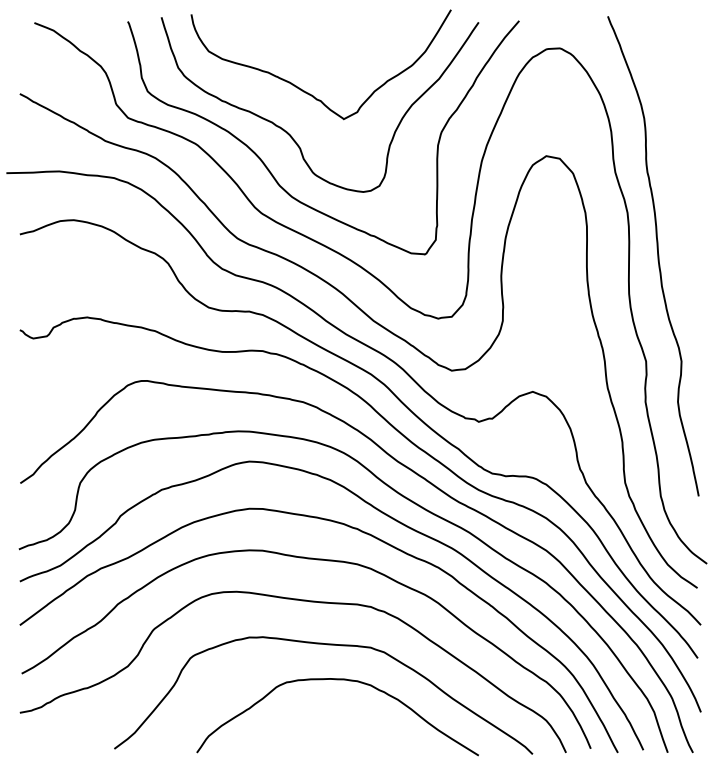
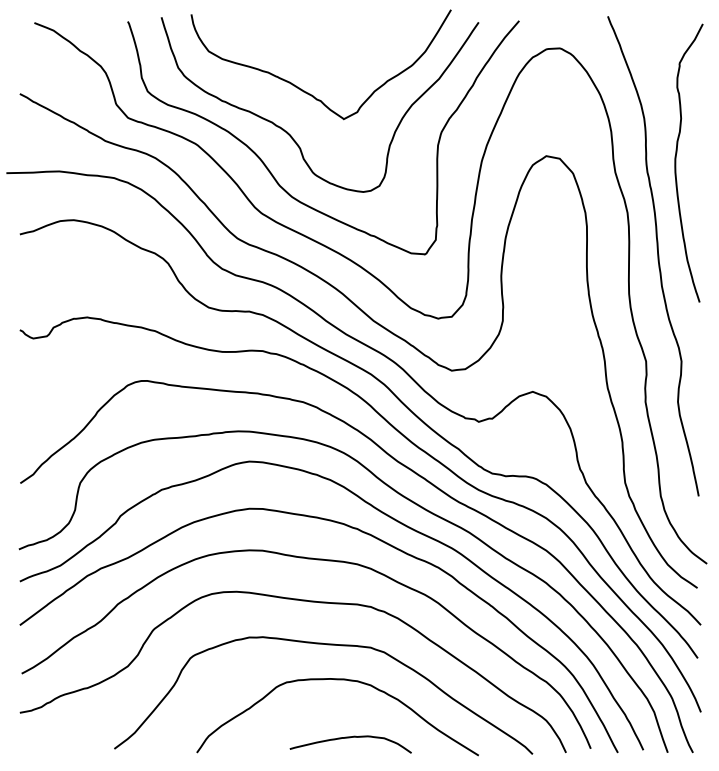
curve at (676, 162): none -> present
curve at (350, 738): none -> present
